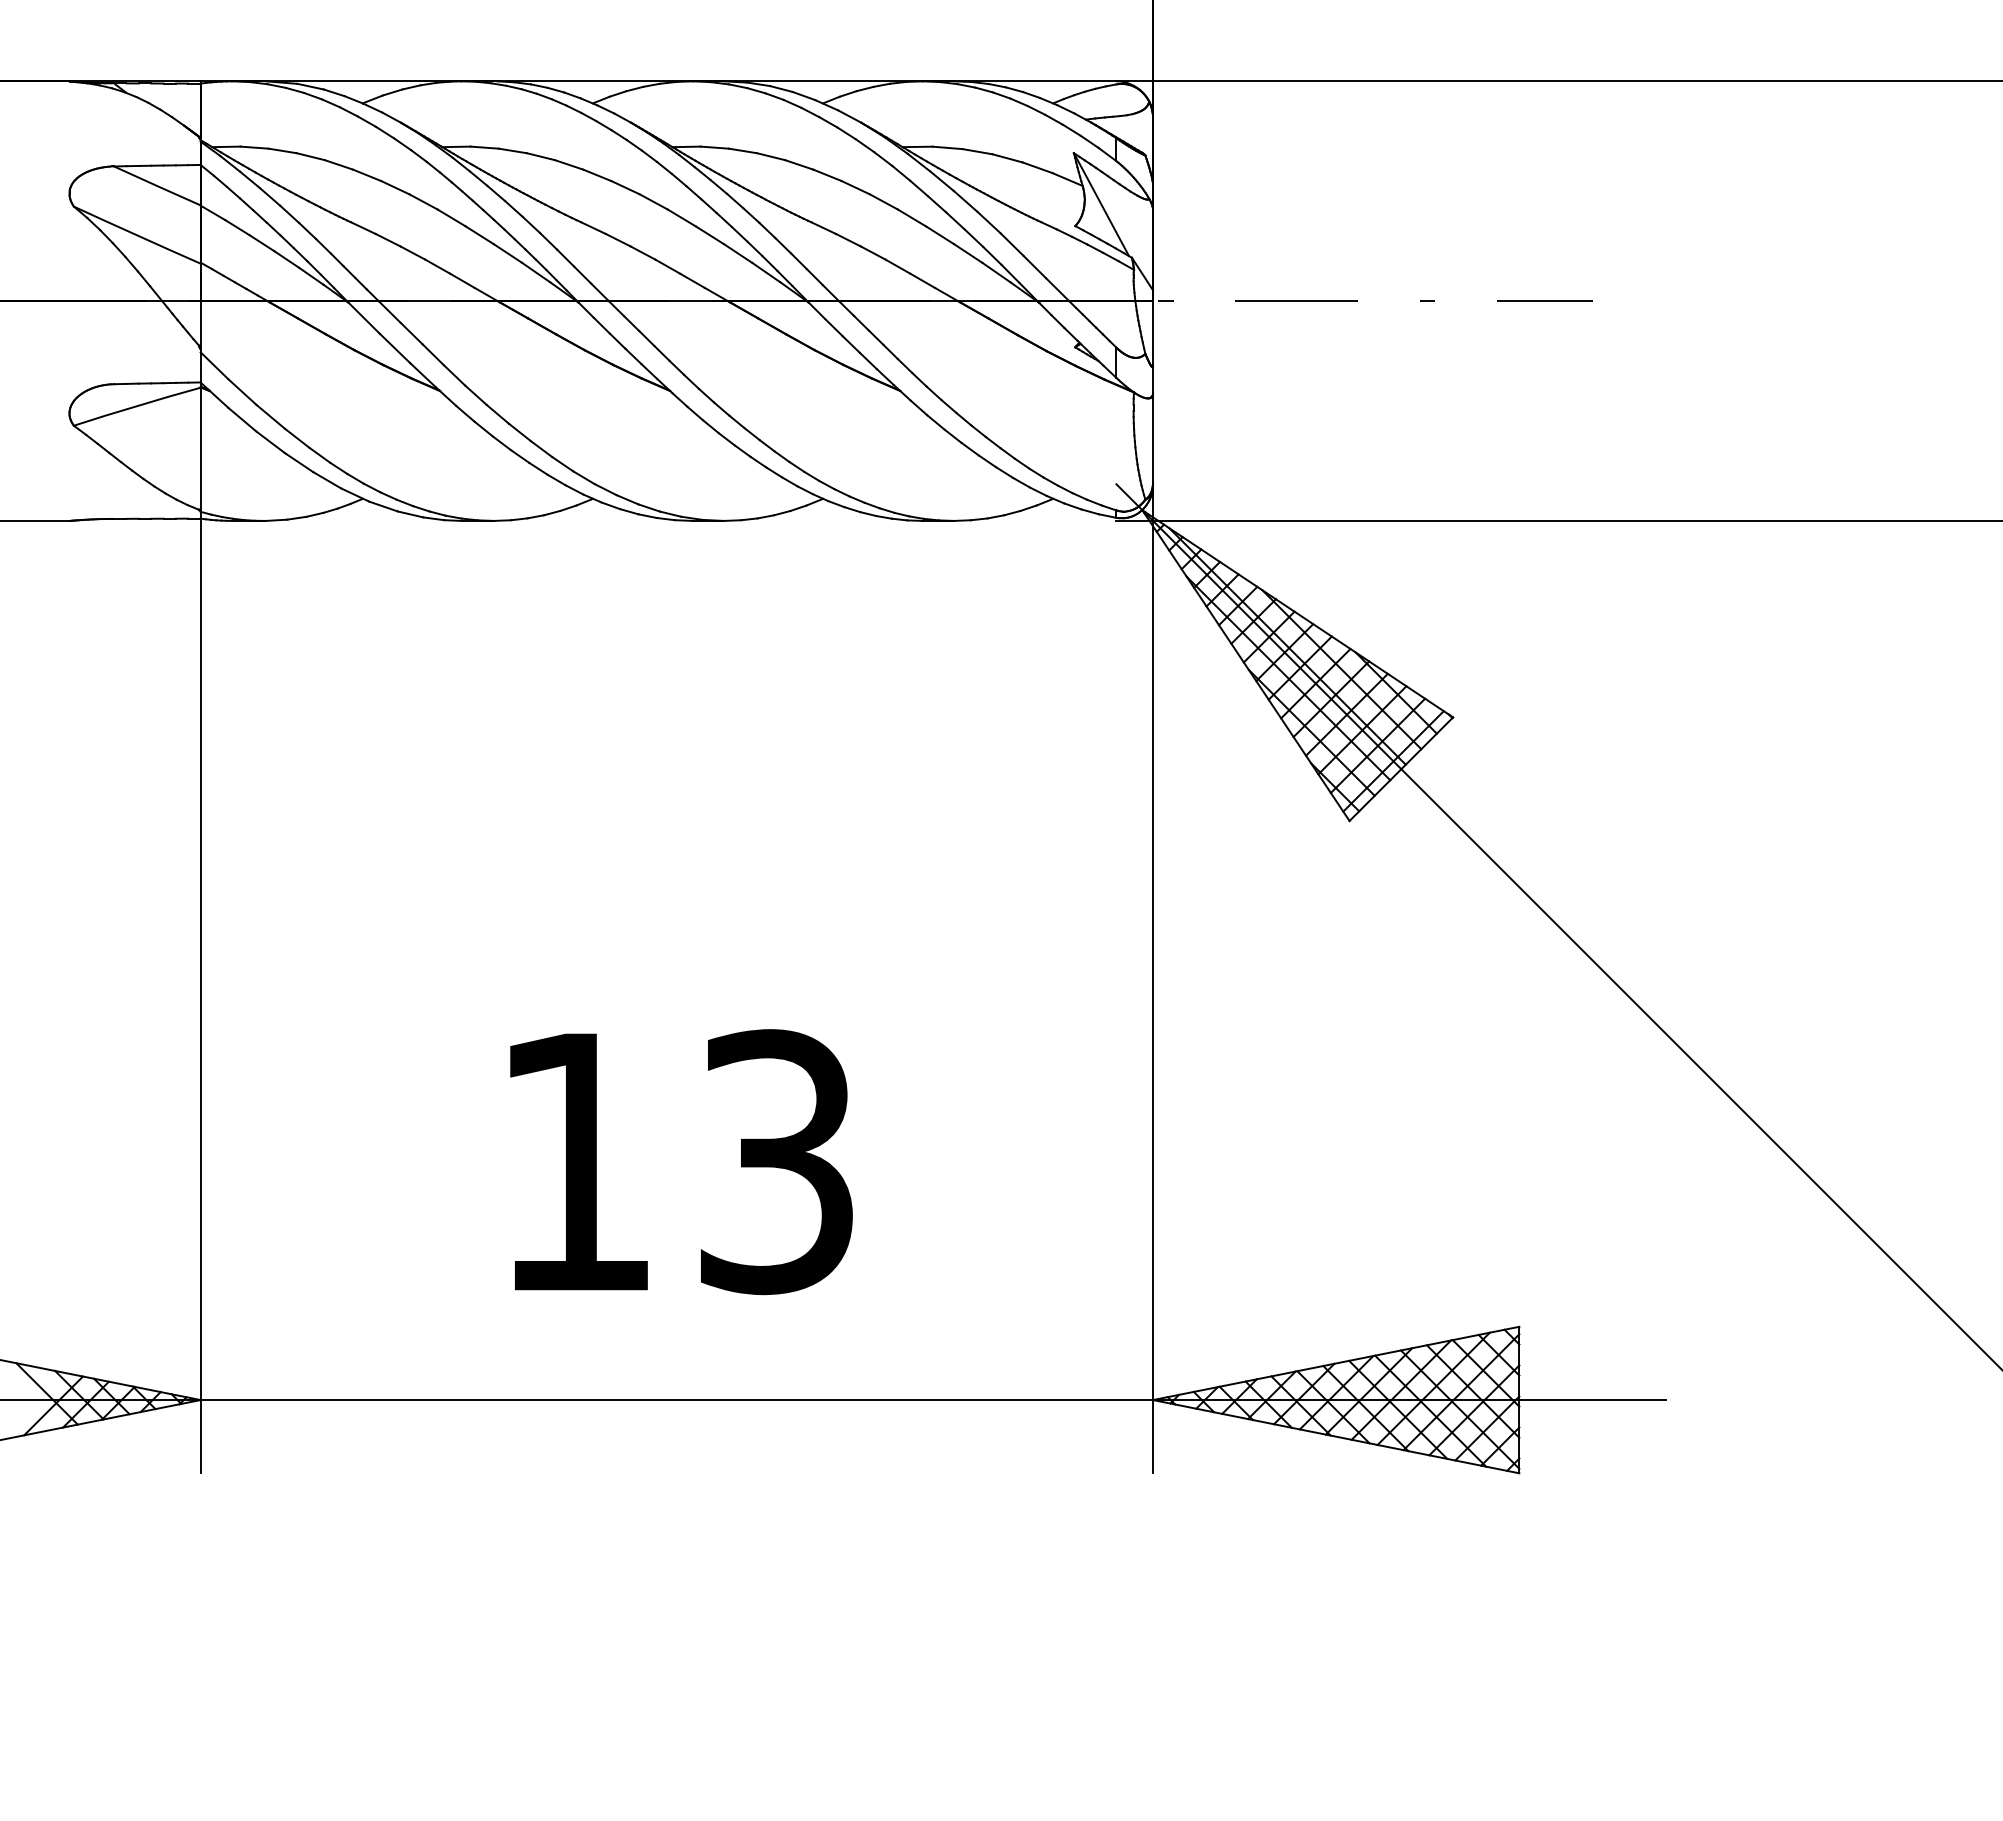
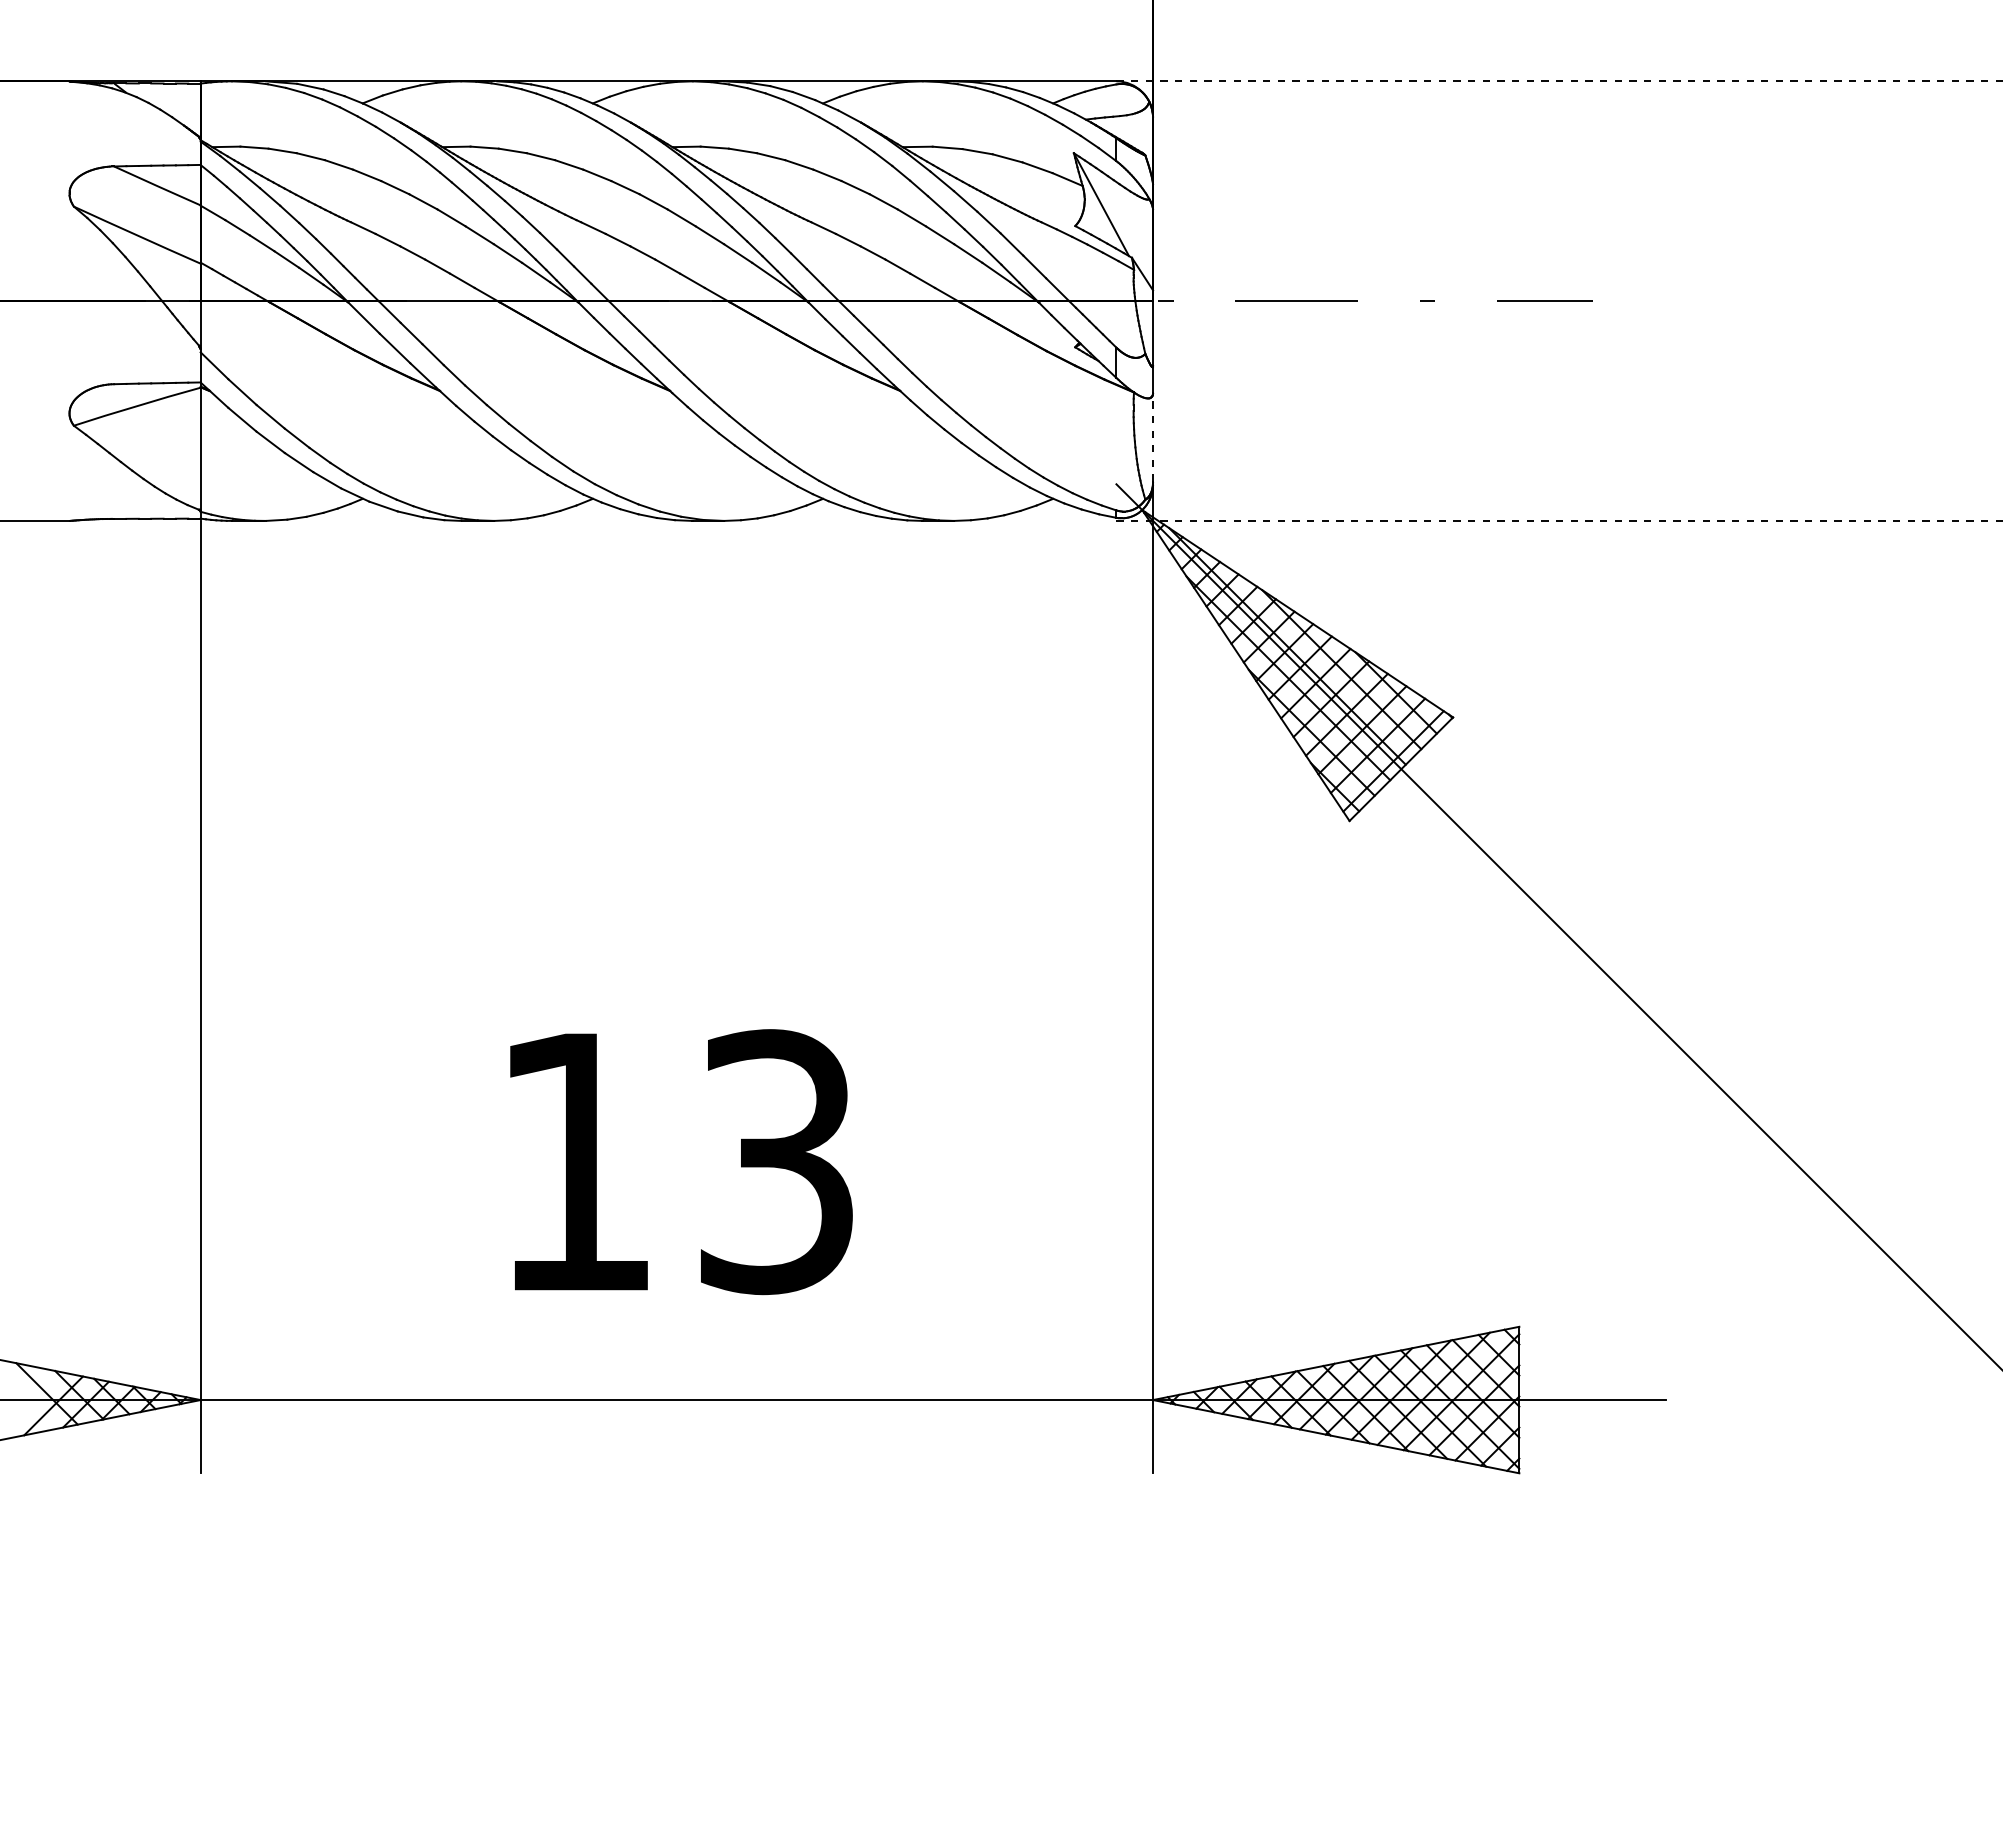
line at (1559, 81): solid -> dashed
line at (1153, 437): solid -> dashed
line at (1560, 520): solid -> dashed
